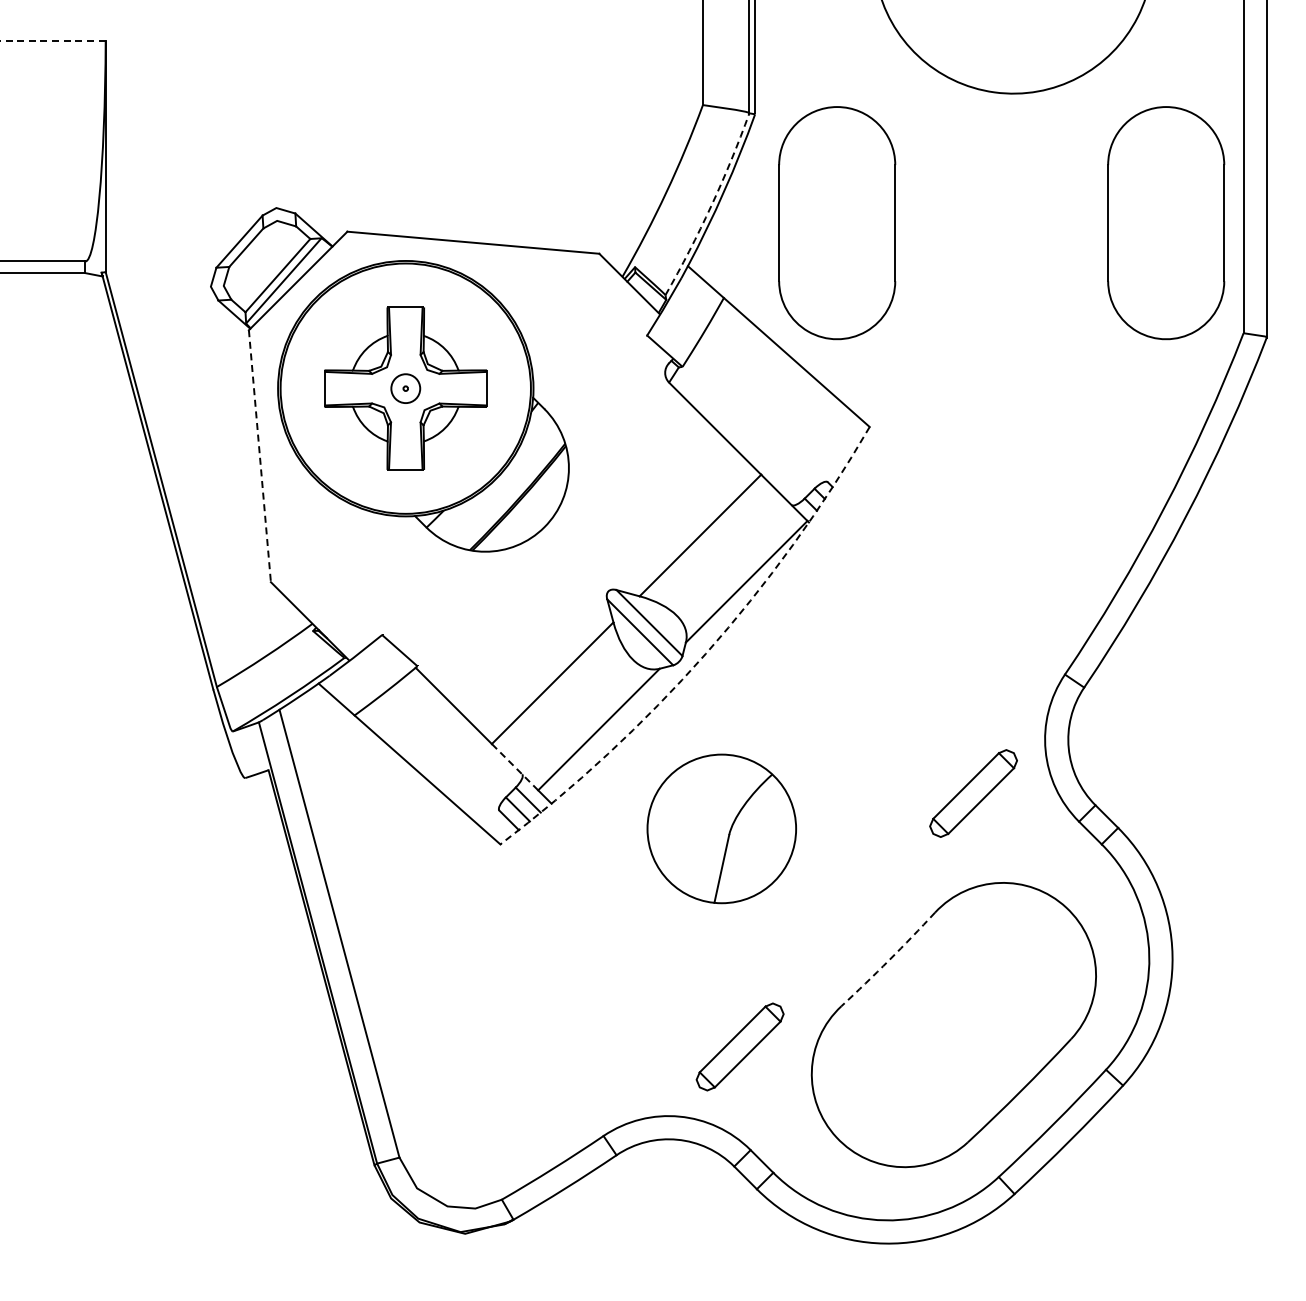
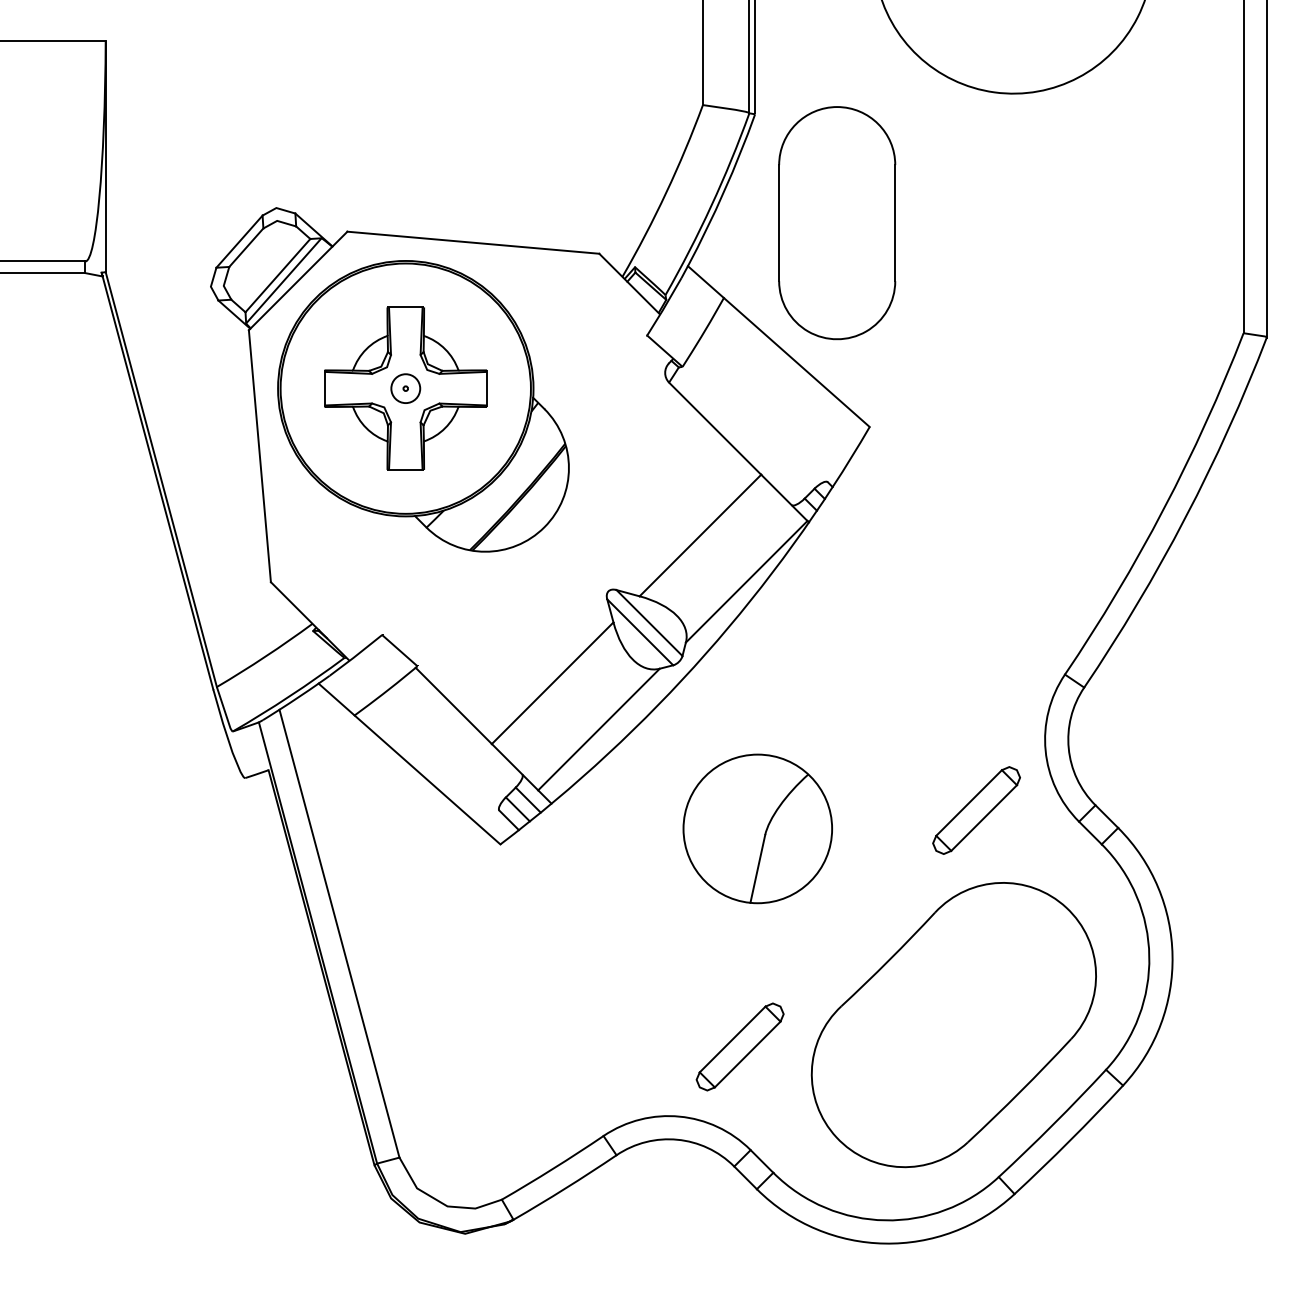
line at (52, 40): dashed -> solid
arc at (711, 206): dashed -> solid
part at (1166, 223): present -> none
line at (259, 456): dashed -> solid
arc at (705, 653): dashed -> solid
line at (515, 767): dashed -> solid
part at (973, 793) position: (973, 793) -> (976, 810)
part at (721, 828) position: (721, 828) -> (757, 828)
arc at (889, 960): dashed -> solid
